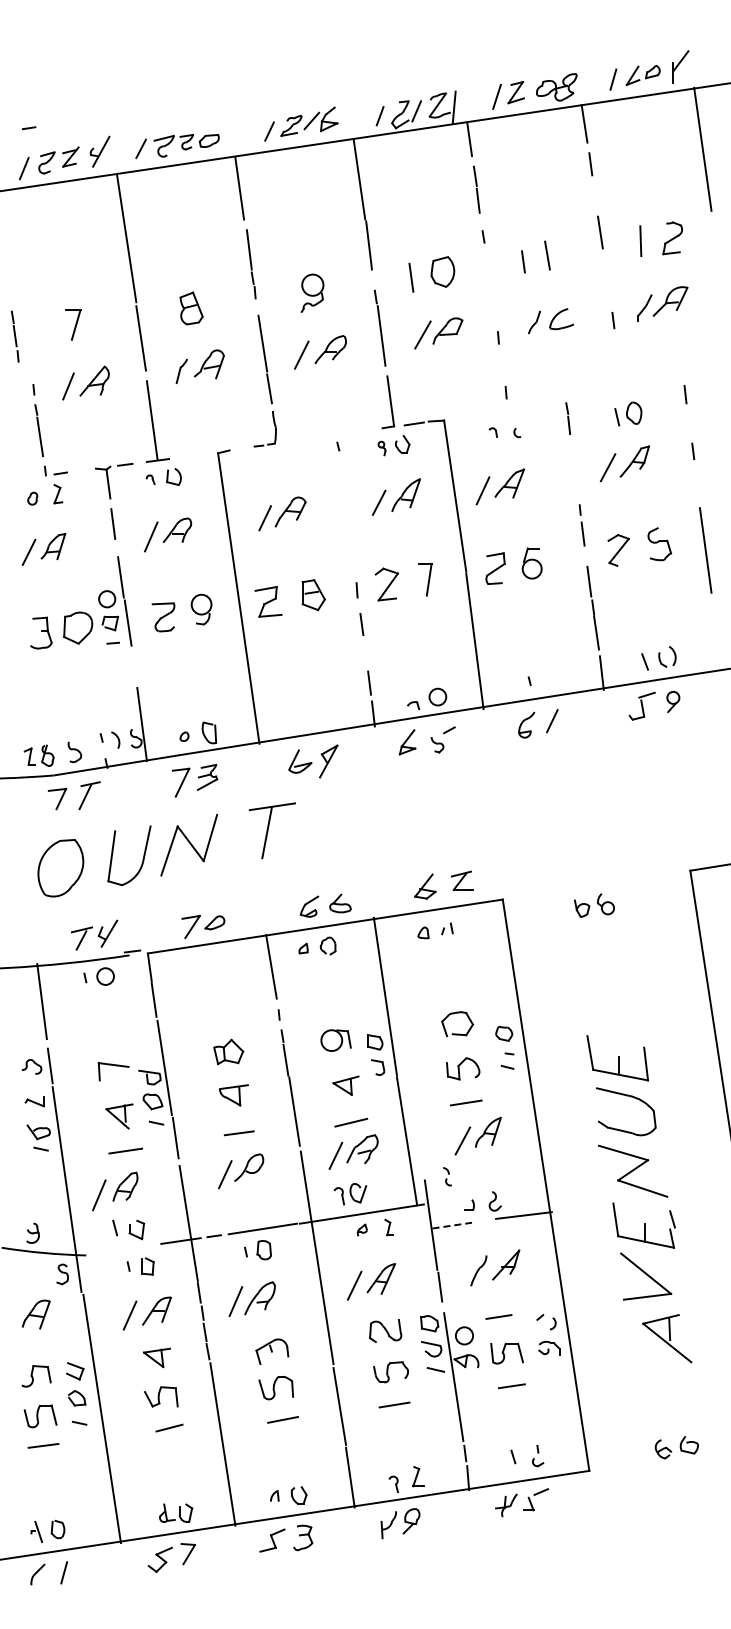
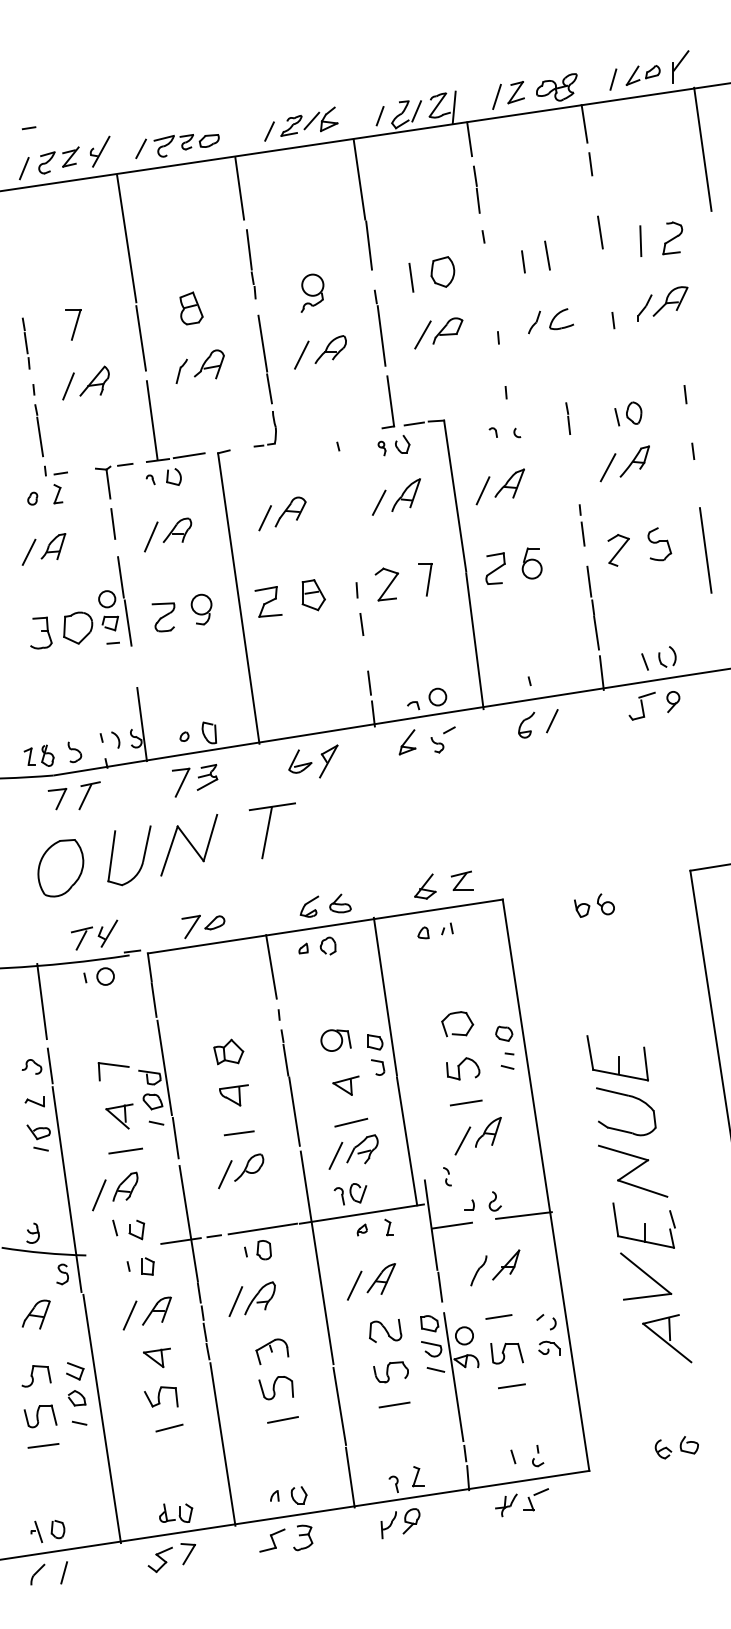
line at (14, 336) position: (14, 336) -> (25, 343)
line at (188, 455): none -> present
line at (452, 1225): dashed -> solid
